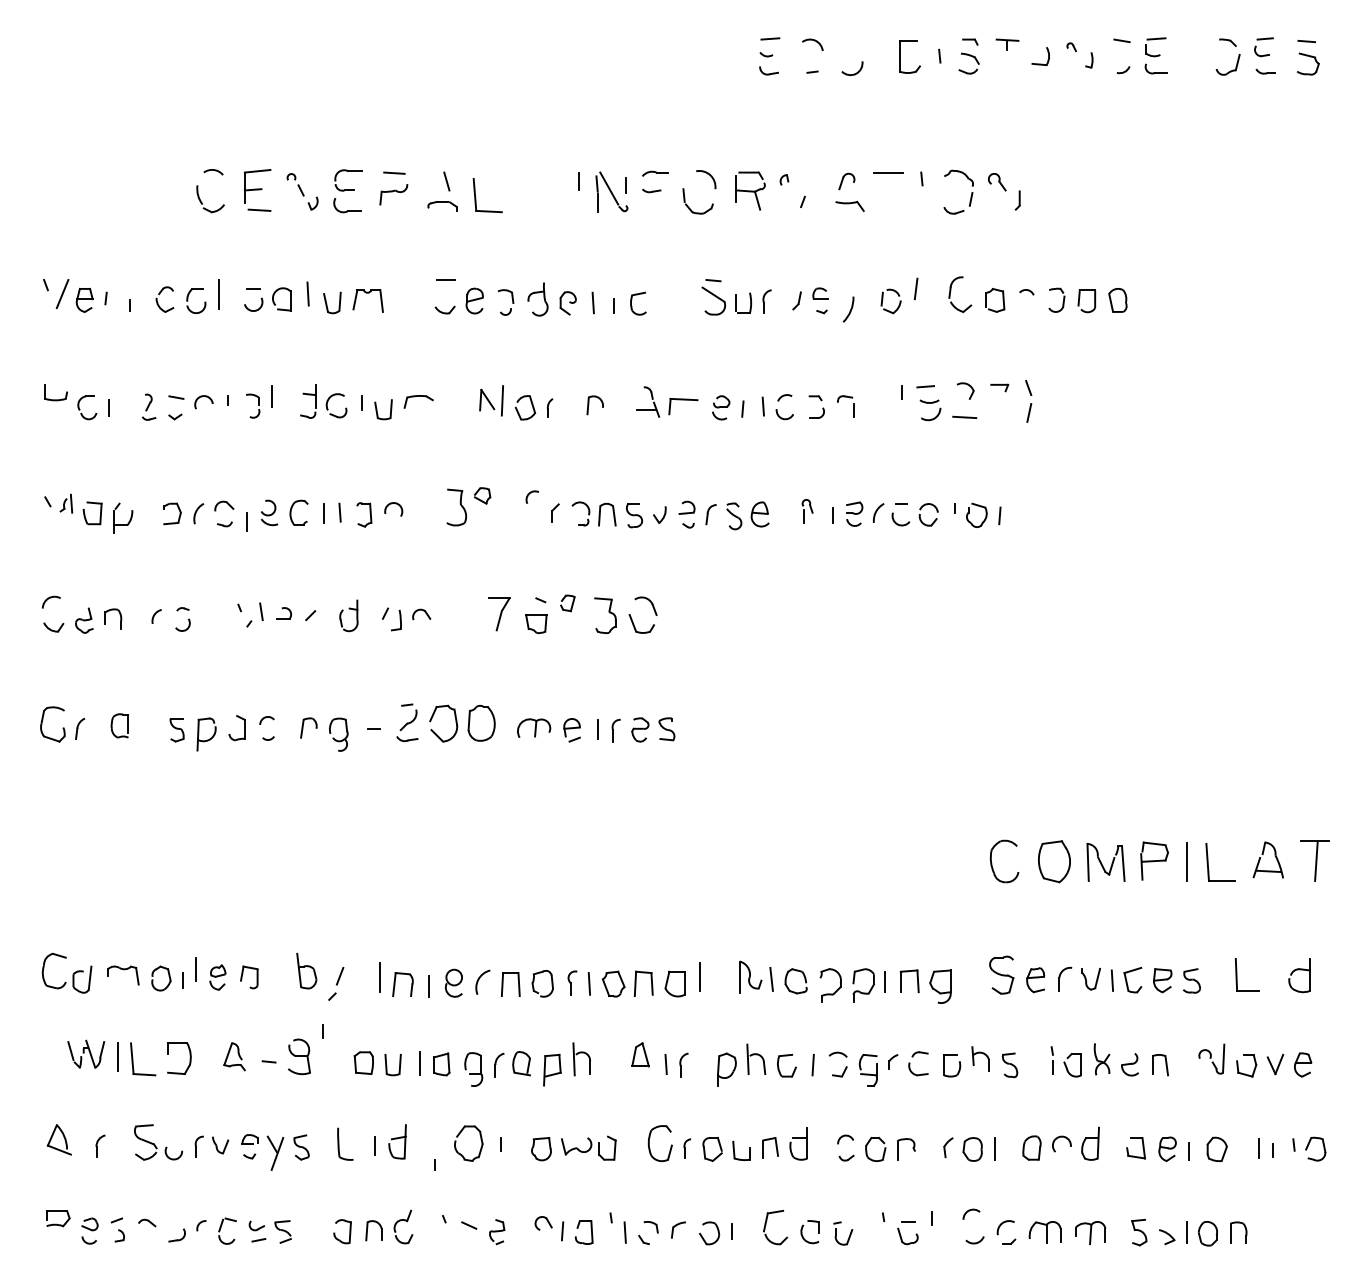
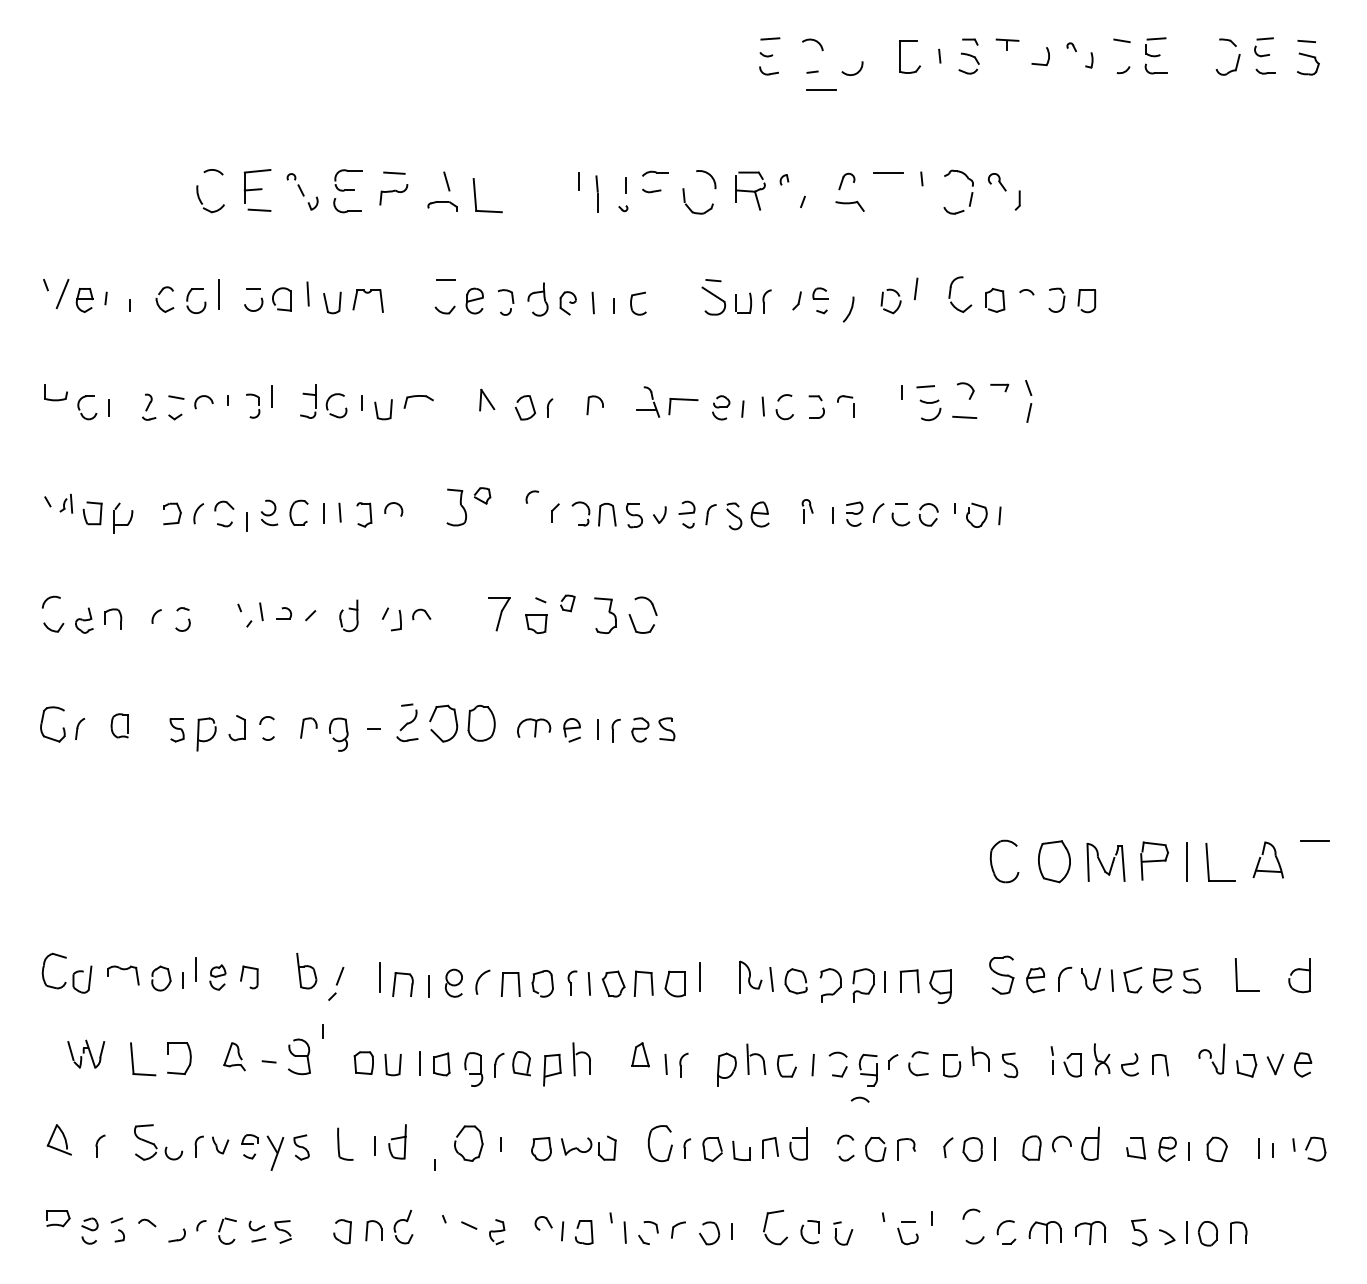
line at (821, 89): none -> present
line at (609, 188): present -> none
part at (1117, 300): present -> none
line at (502, 400): present -> none
line at (1316, 861): present -> none
line at (118, 1057): present -> none
arc at (859, 1098): none -> present
